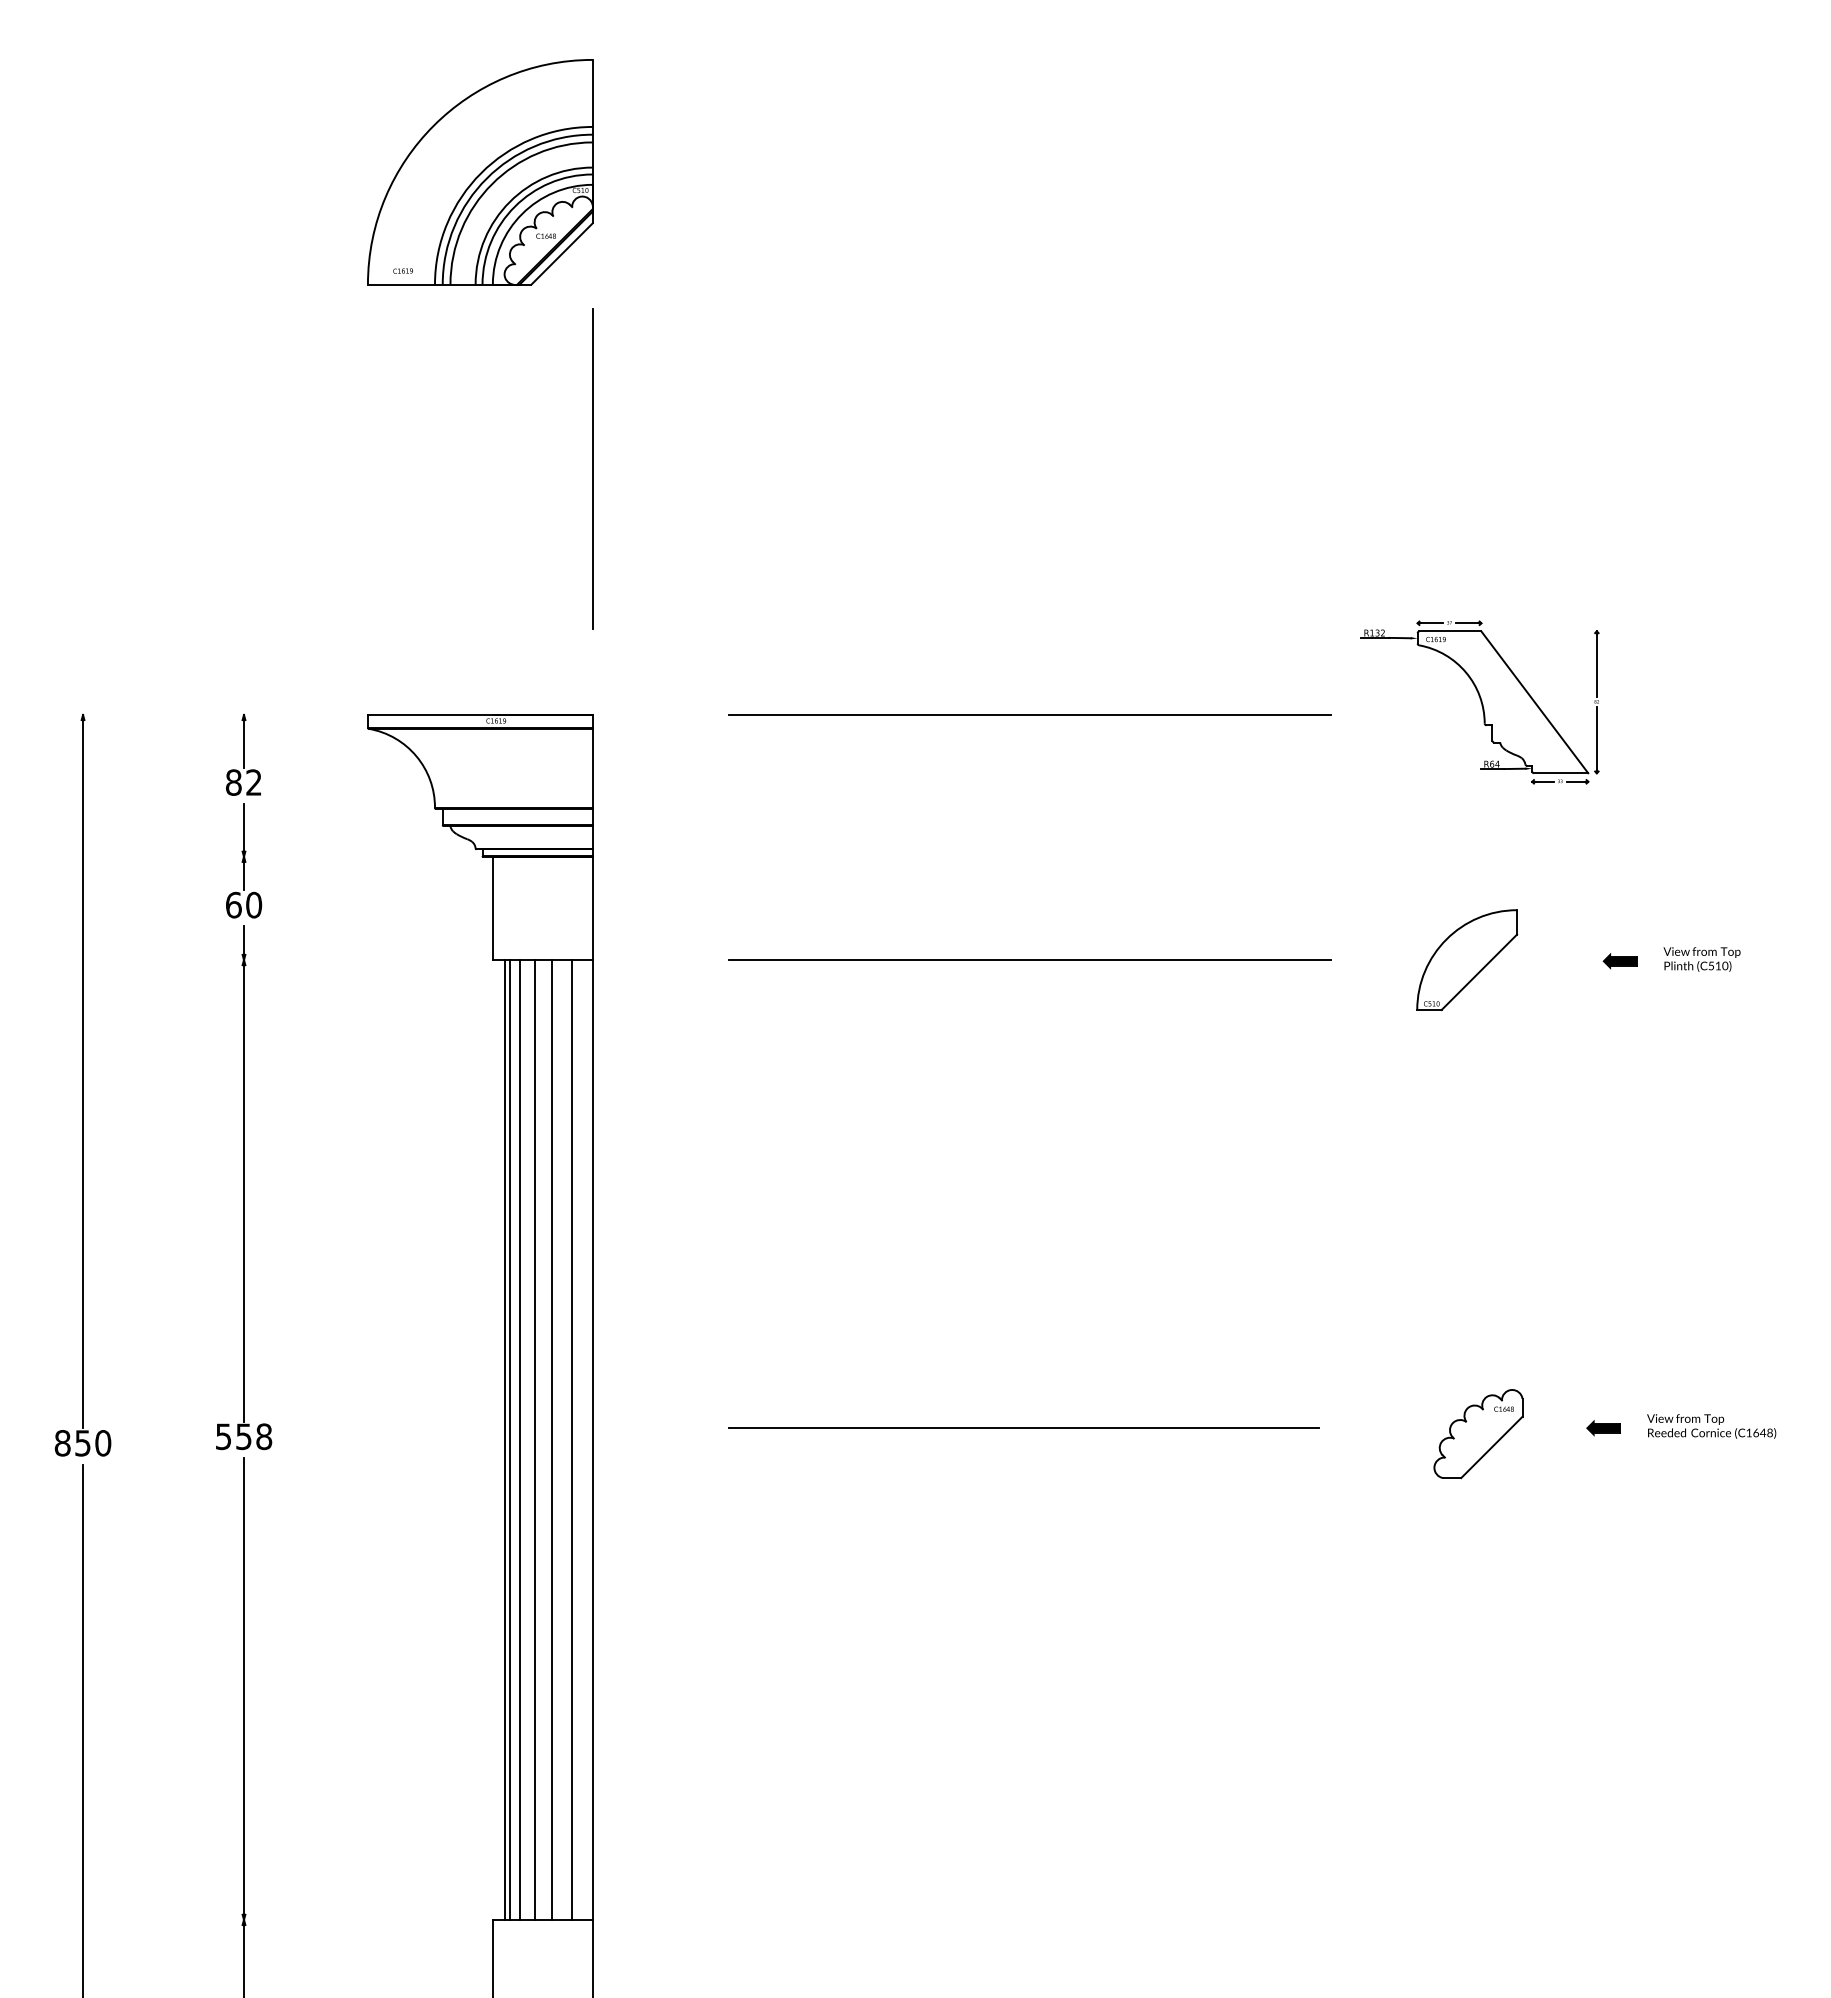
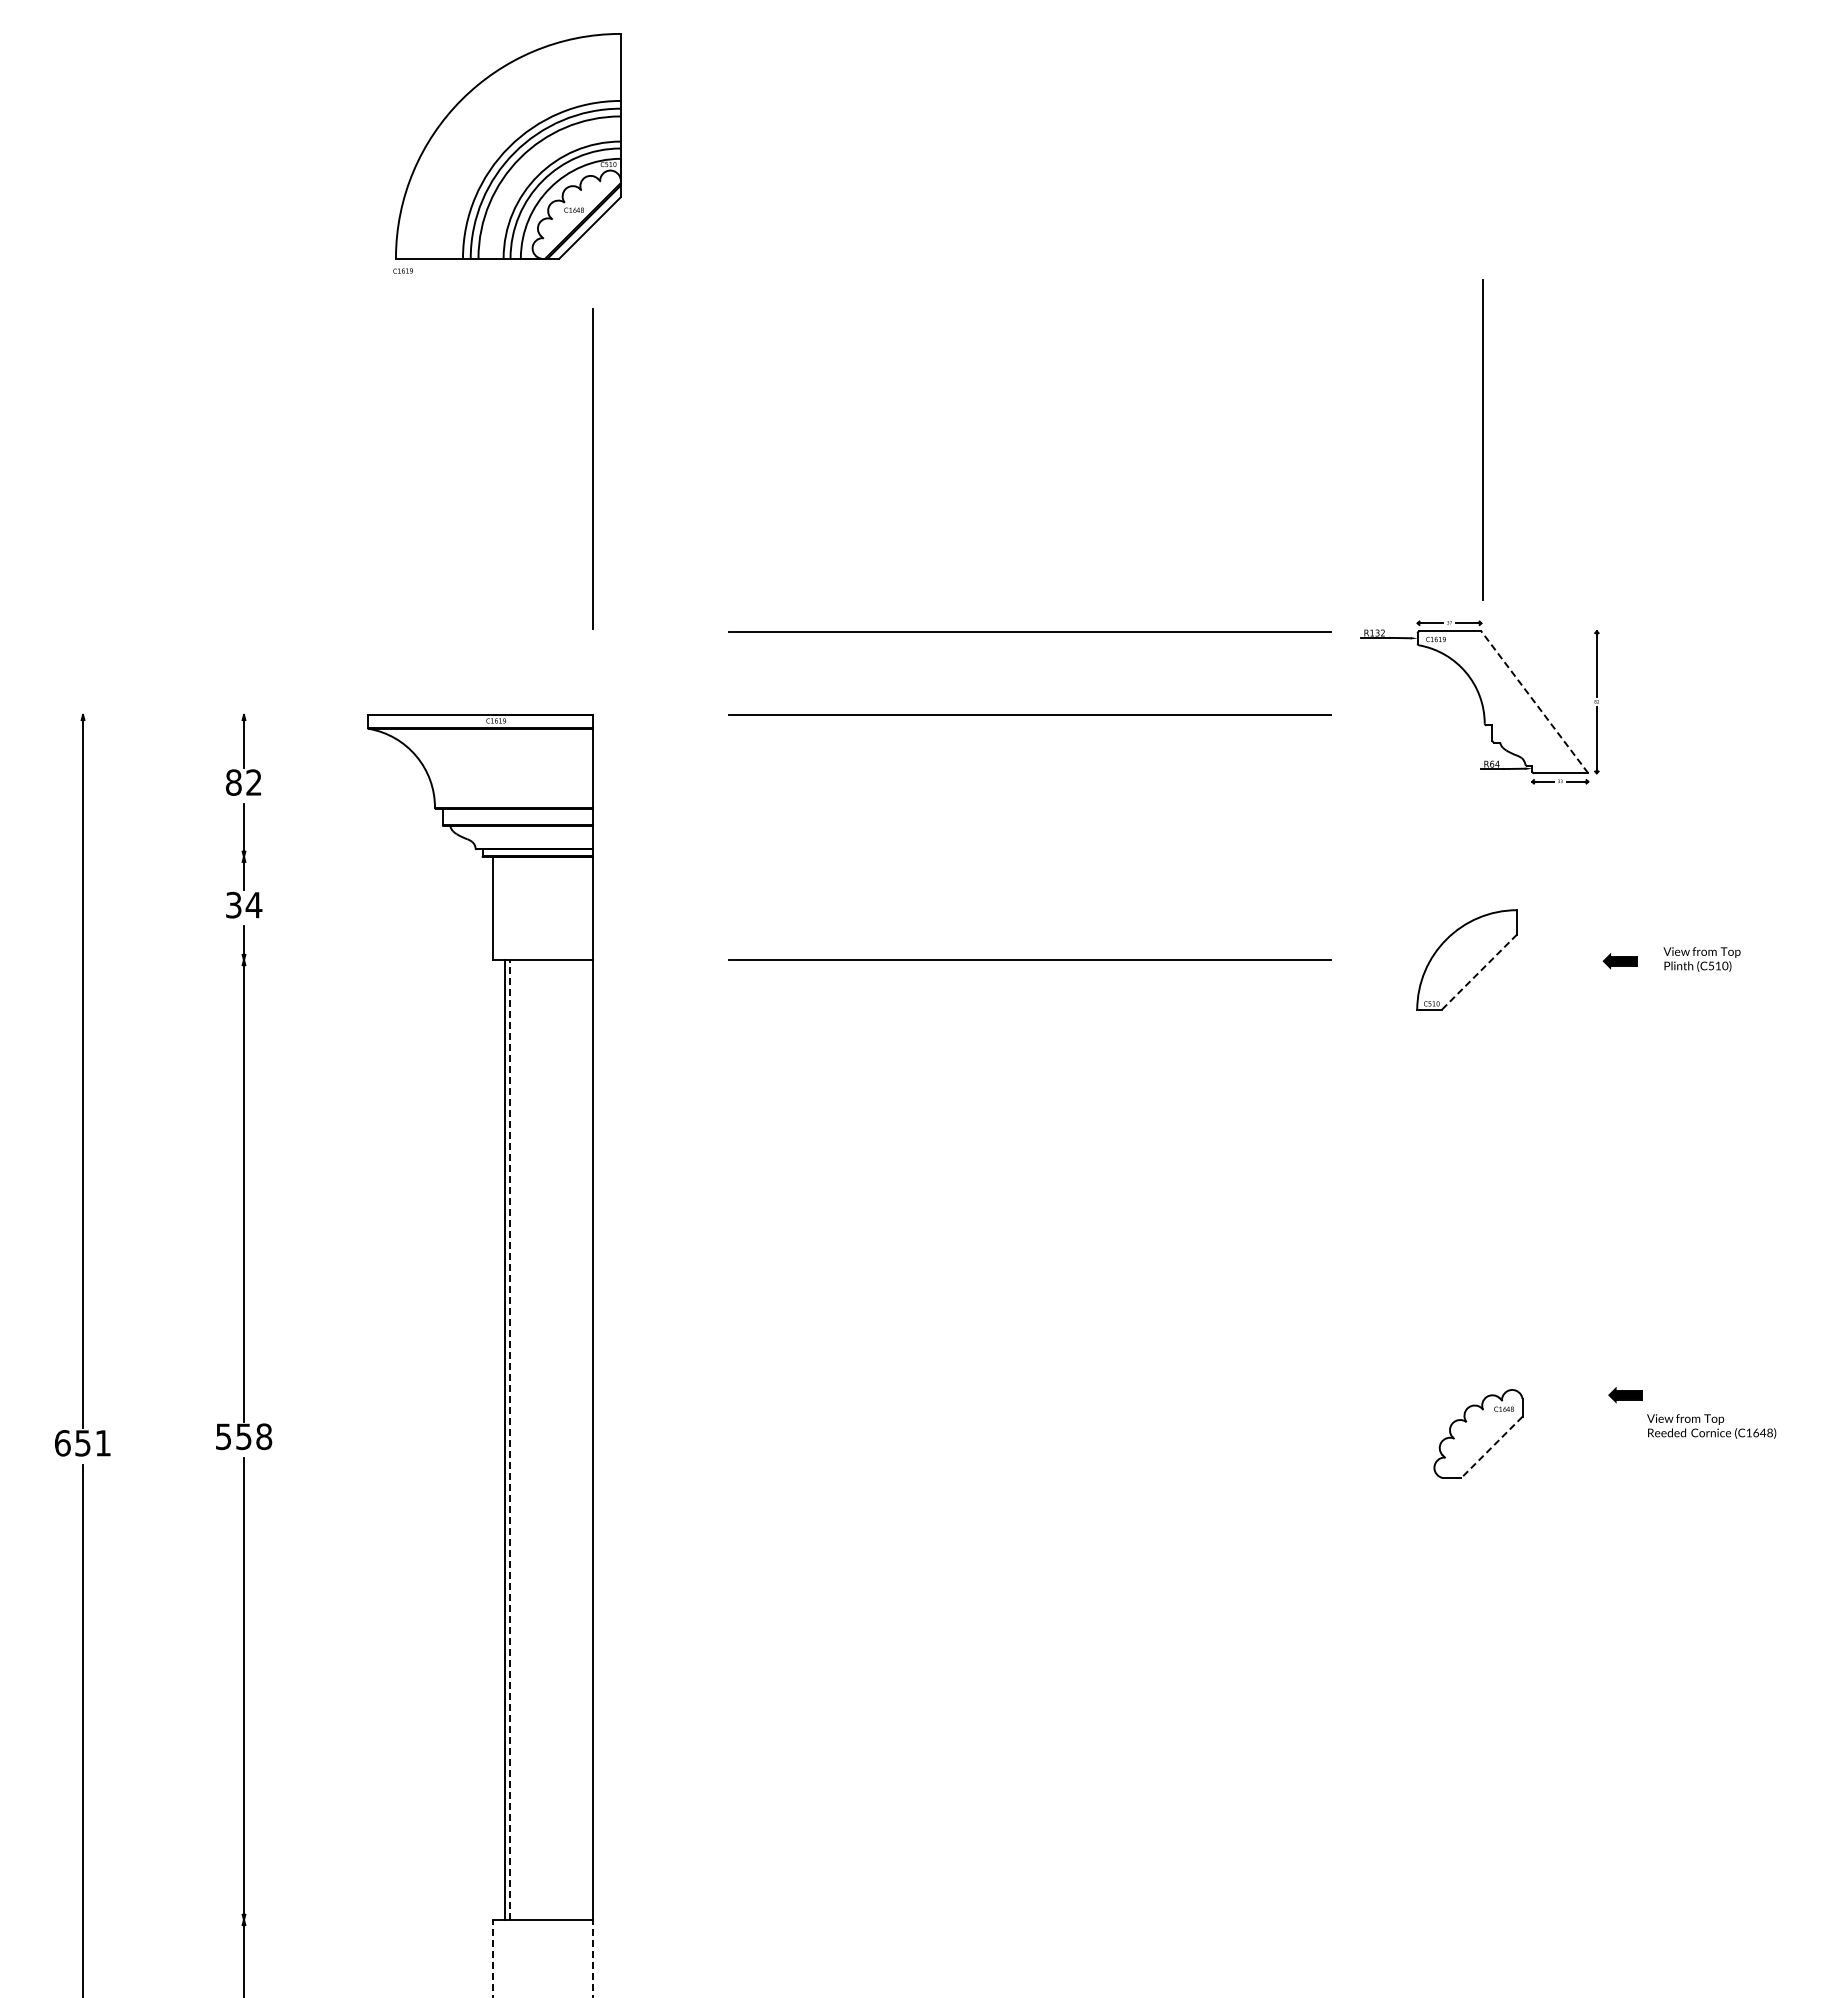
part at (480, 172) position: (480, 172) -> (508, 146)
line at (1482, 439): none -> present
line at (1029, 631): none -> present
line at (1534, 702): solid -> dashed
text at (244, 904): 60 -> 34
line at (1478, 972): solid -> dashed
line at (1023, 1428): present -> none
part at (1603, 1428) position: (1603, 1428) -> (1625, 1395)
line at (520, 1439): present -> none
line at (534, 1439): present -> none
line at (552, 1439): present -> none
line at (572, 1439): present -> none
line at (509, 1440): solid -> dashed
text at (82, 1443): 850 -> 651
line at (1491, 1447): solid -> dashed
line at (492, 1958): solid -> dashed
line at (592, 1958): solid -> dashed
